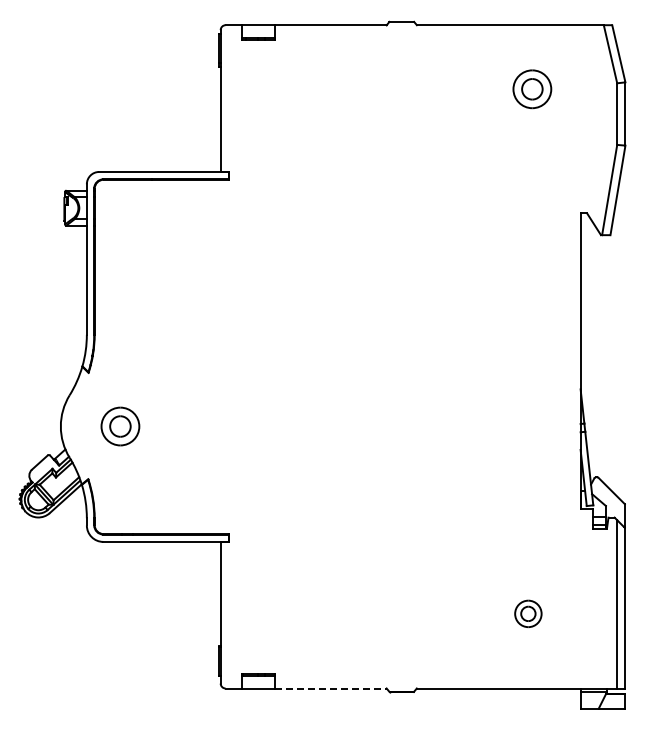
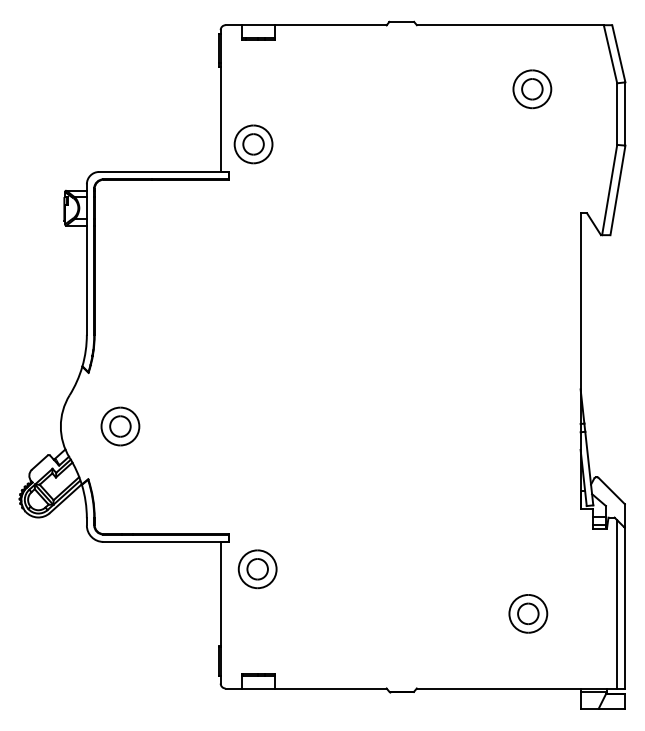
part at (253, 144): none -> present
part at (257, 569): none -> present
part at (528, 613) size: 29x29 px -> 41x40 px
line at (330, 688): dashed -> solid
